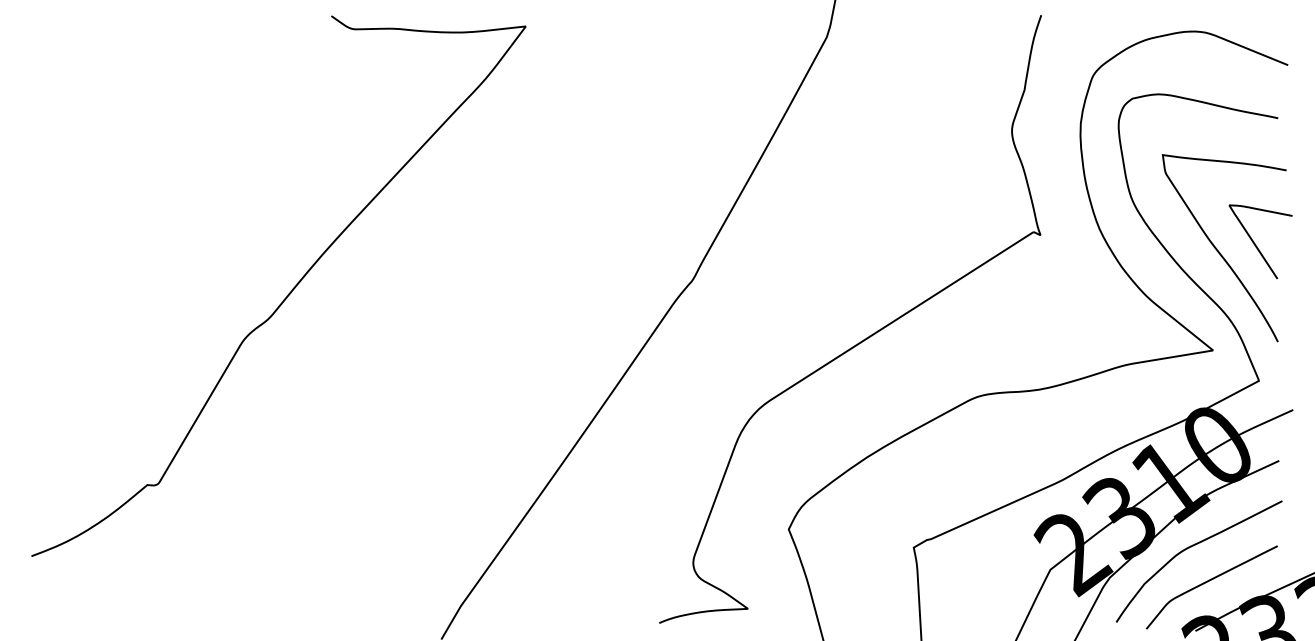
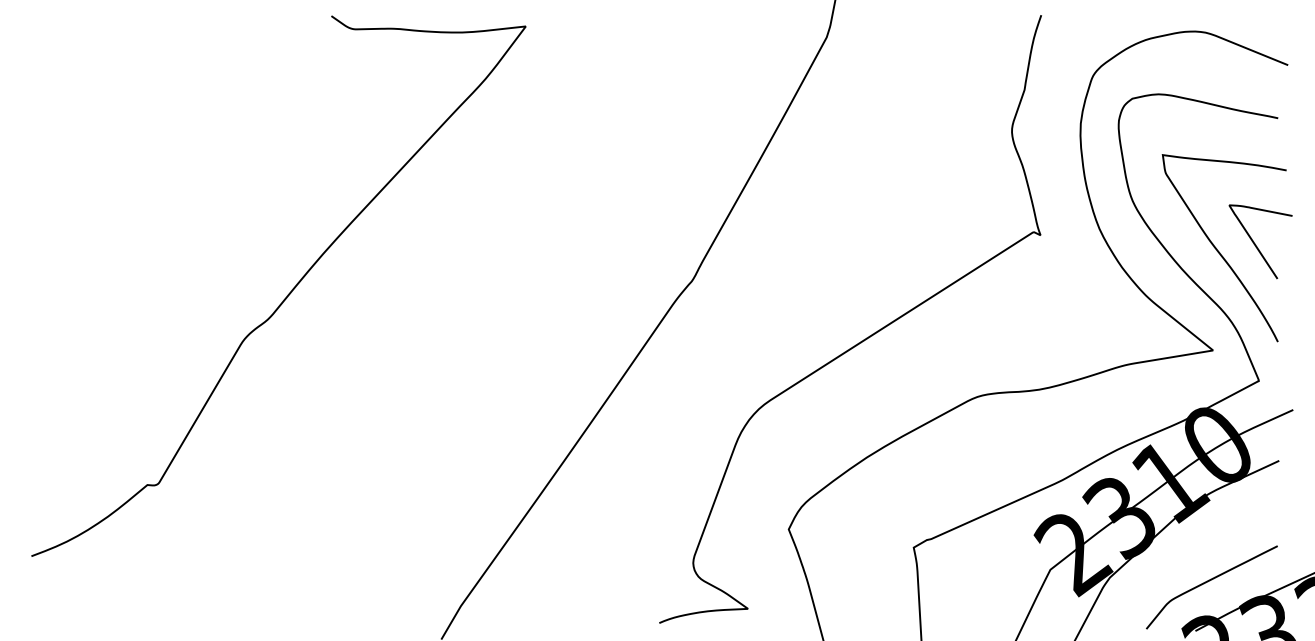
curve at (1191, 547): present -> none
